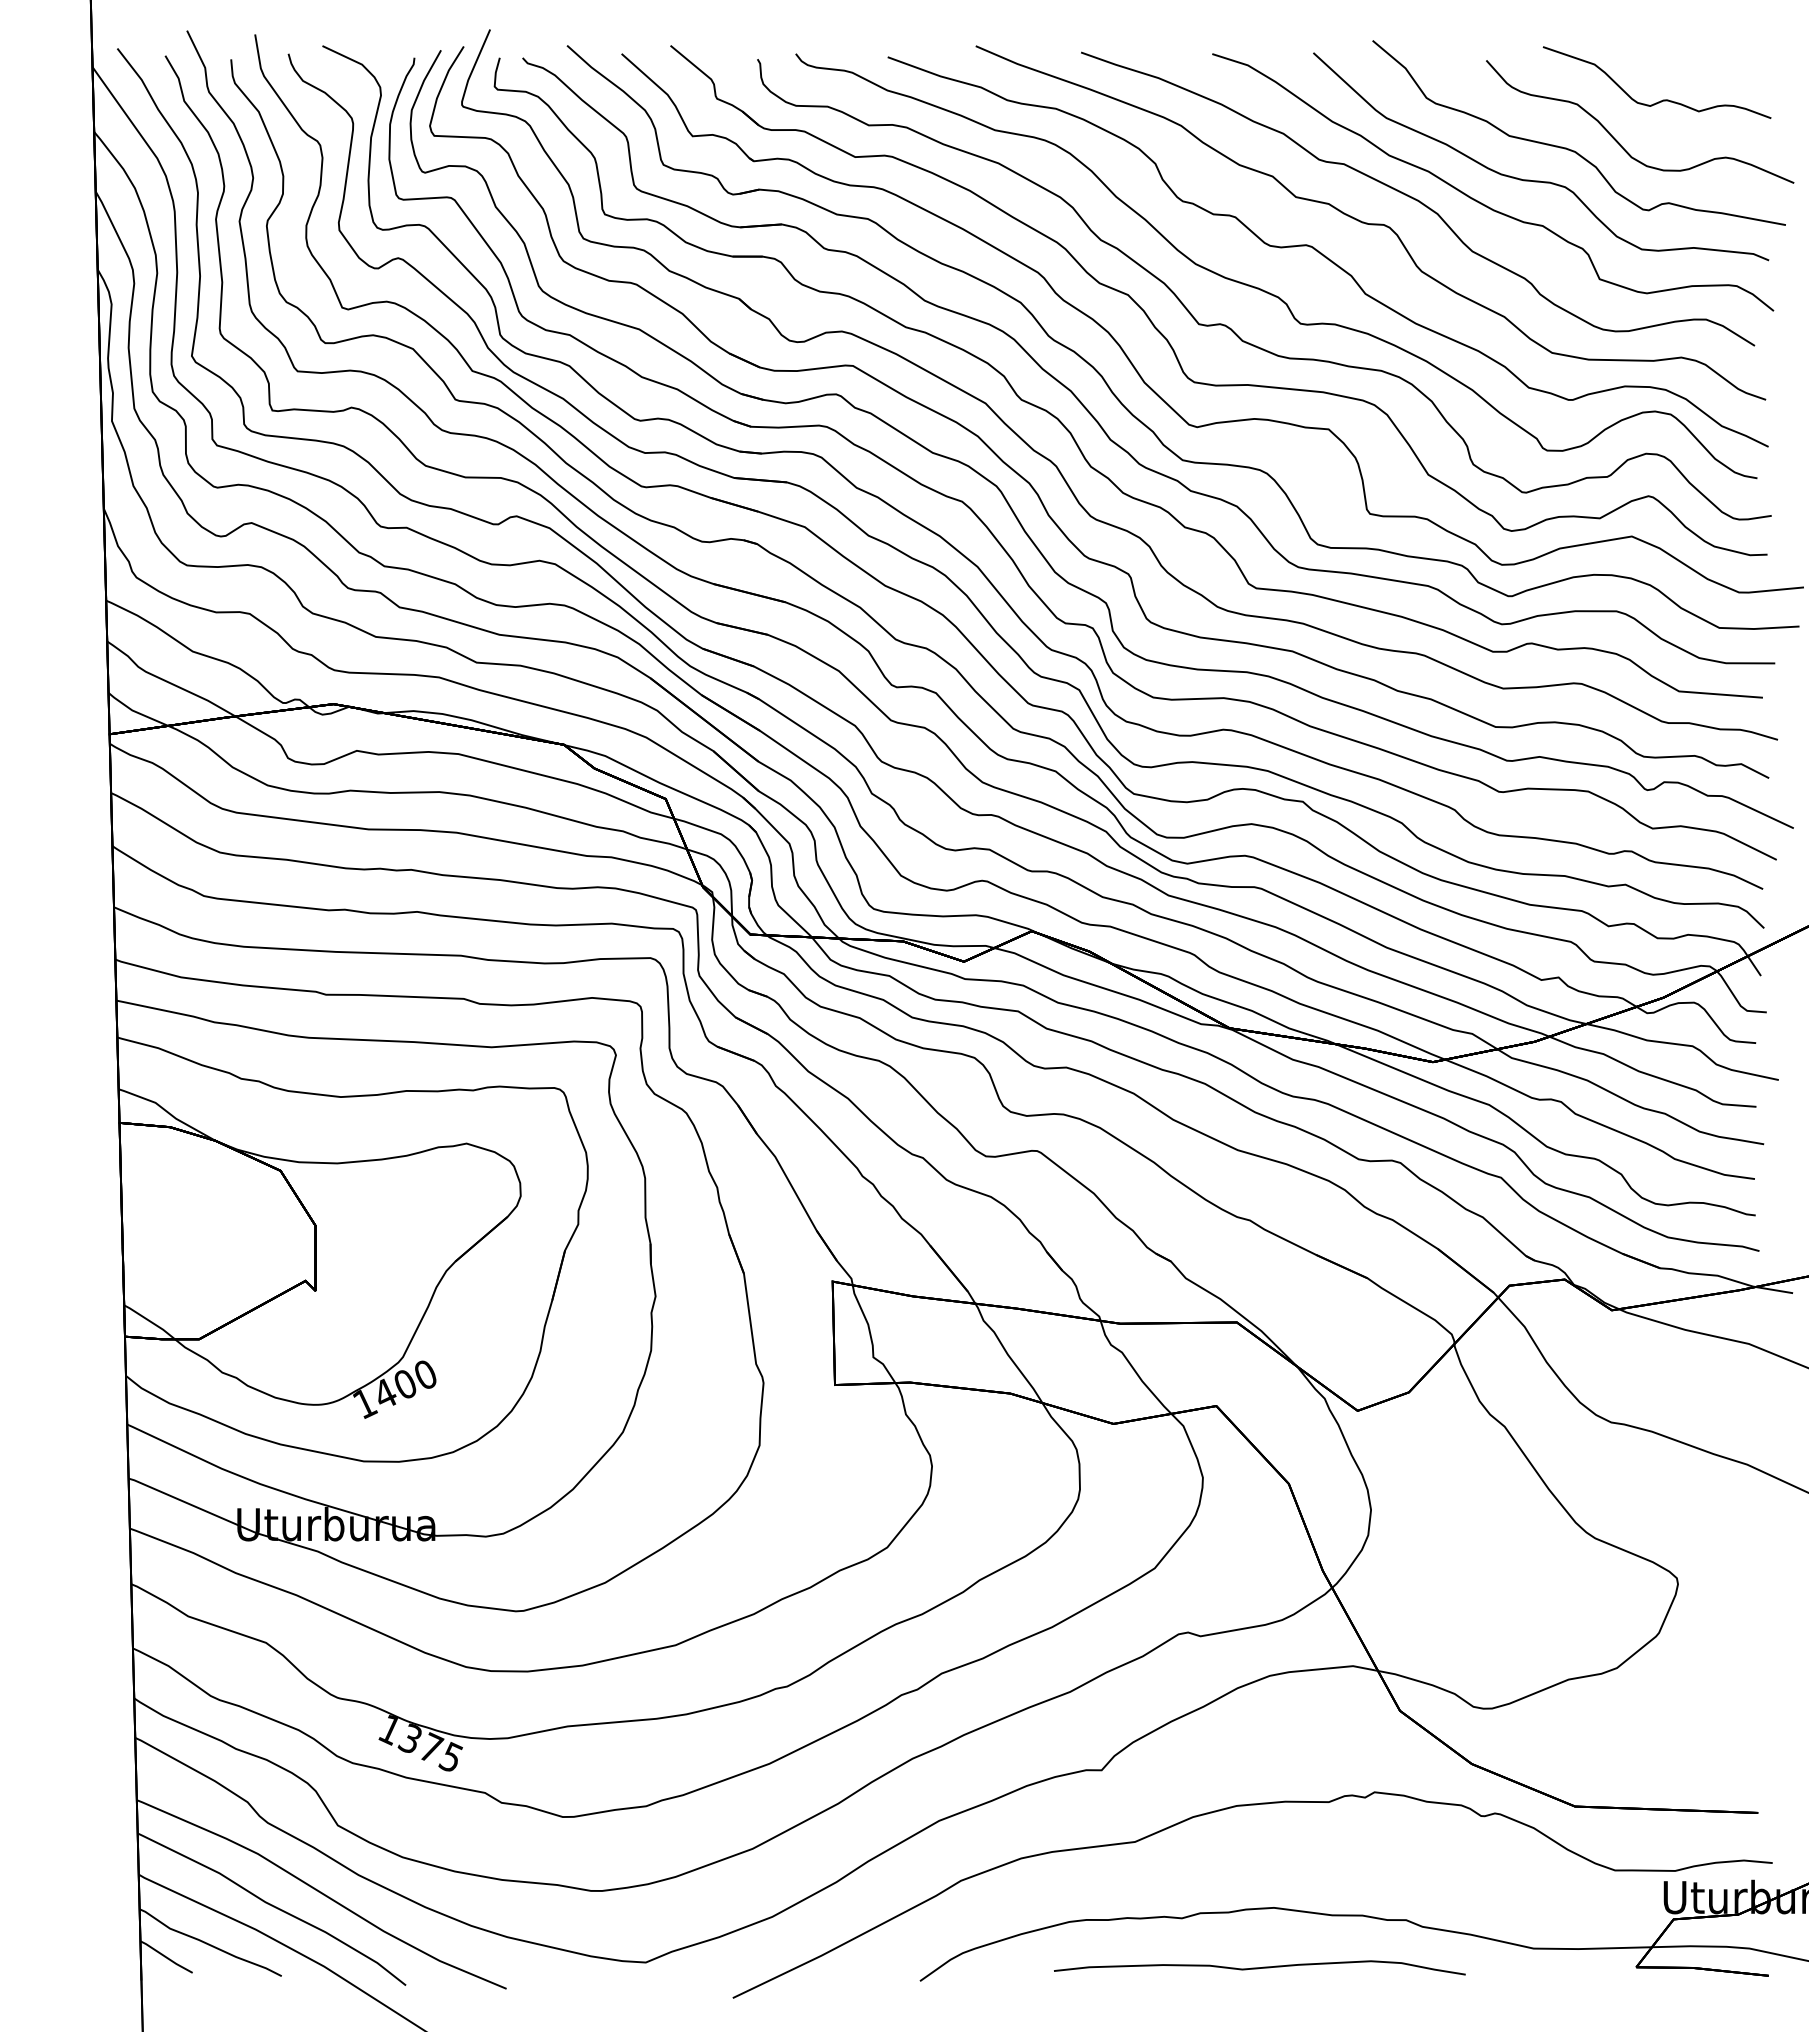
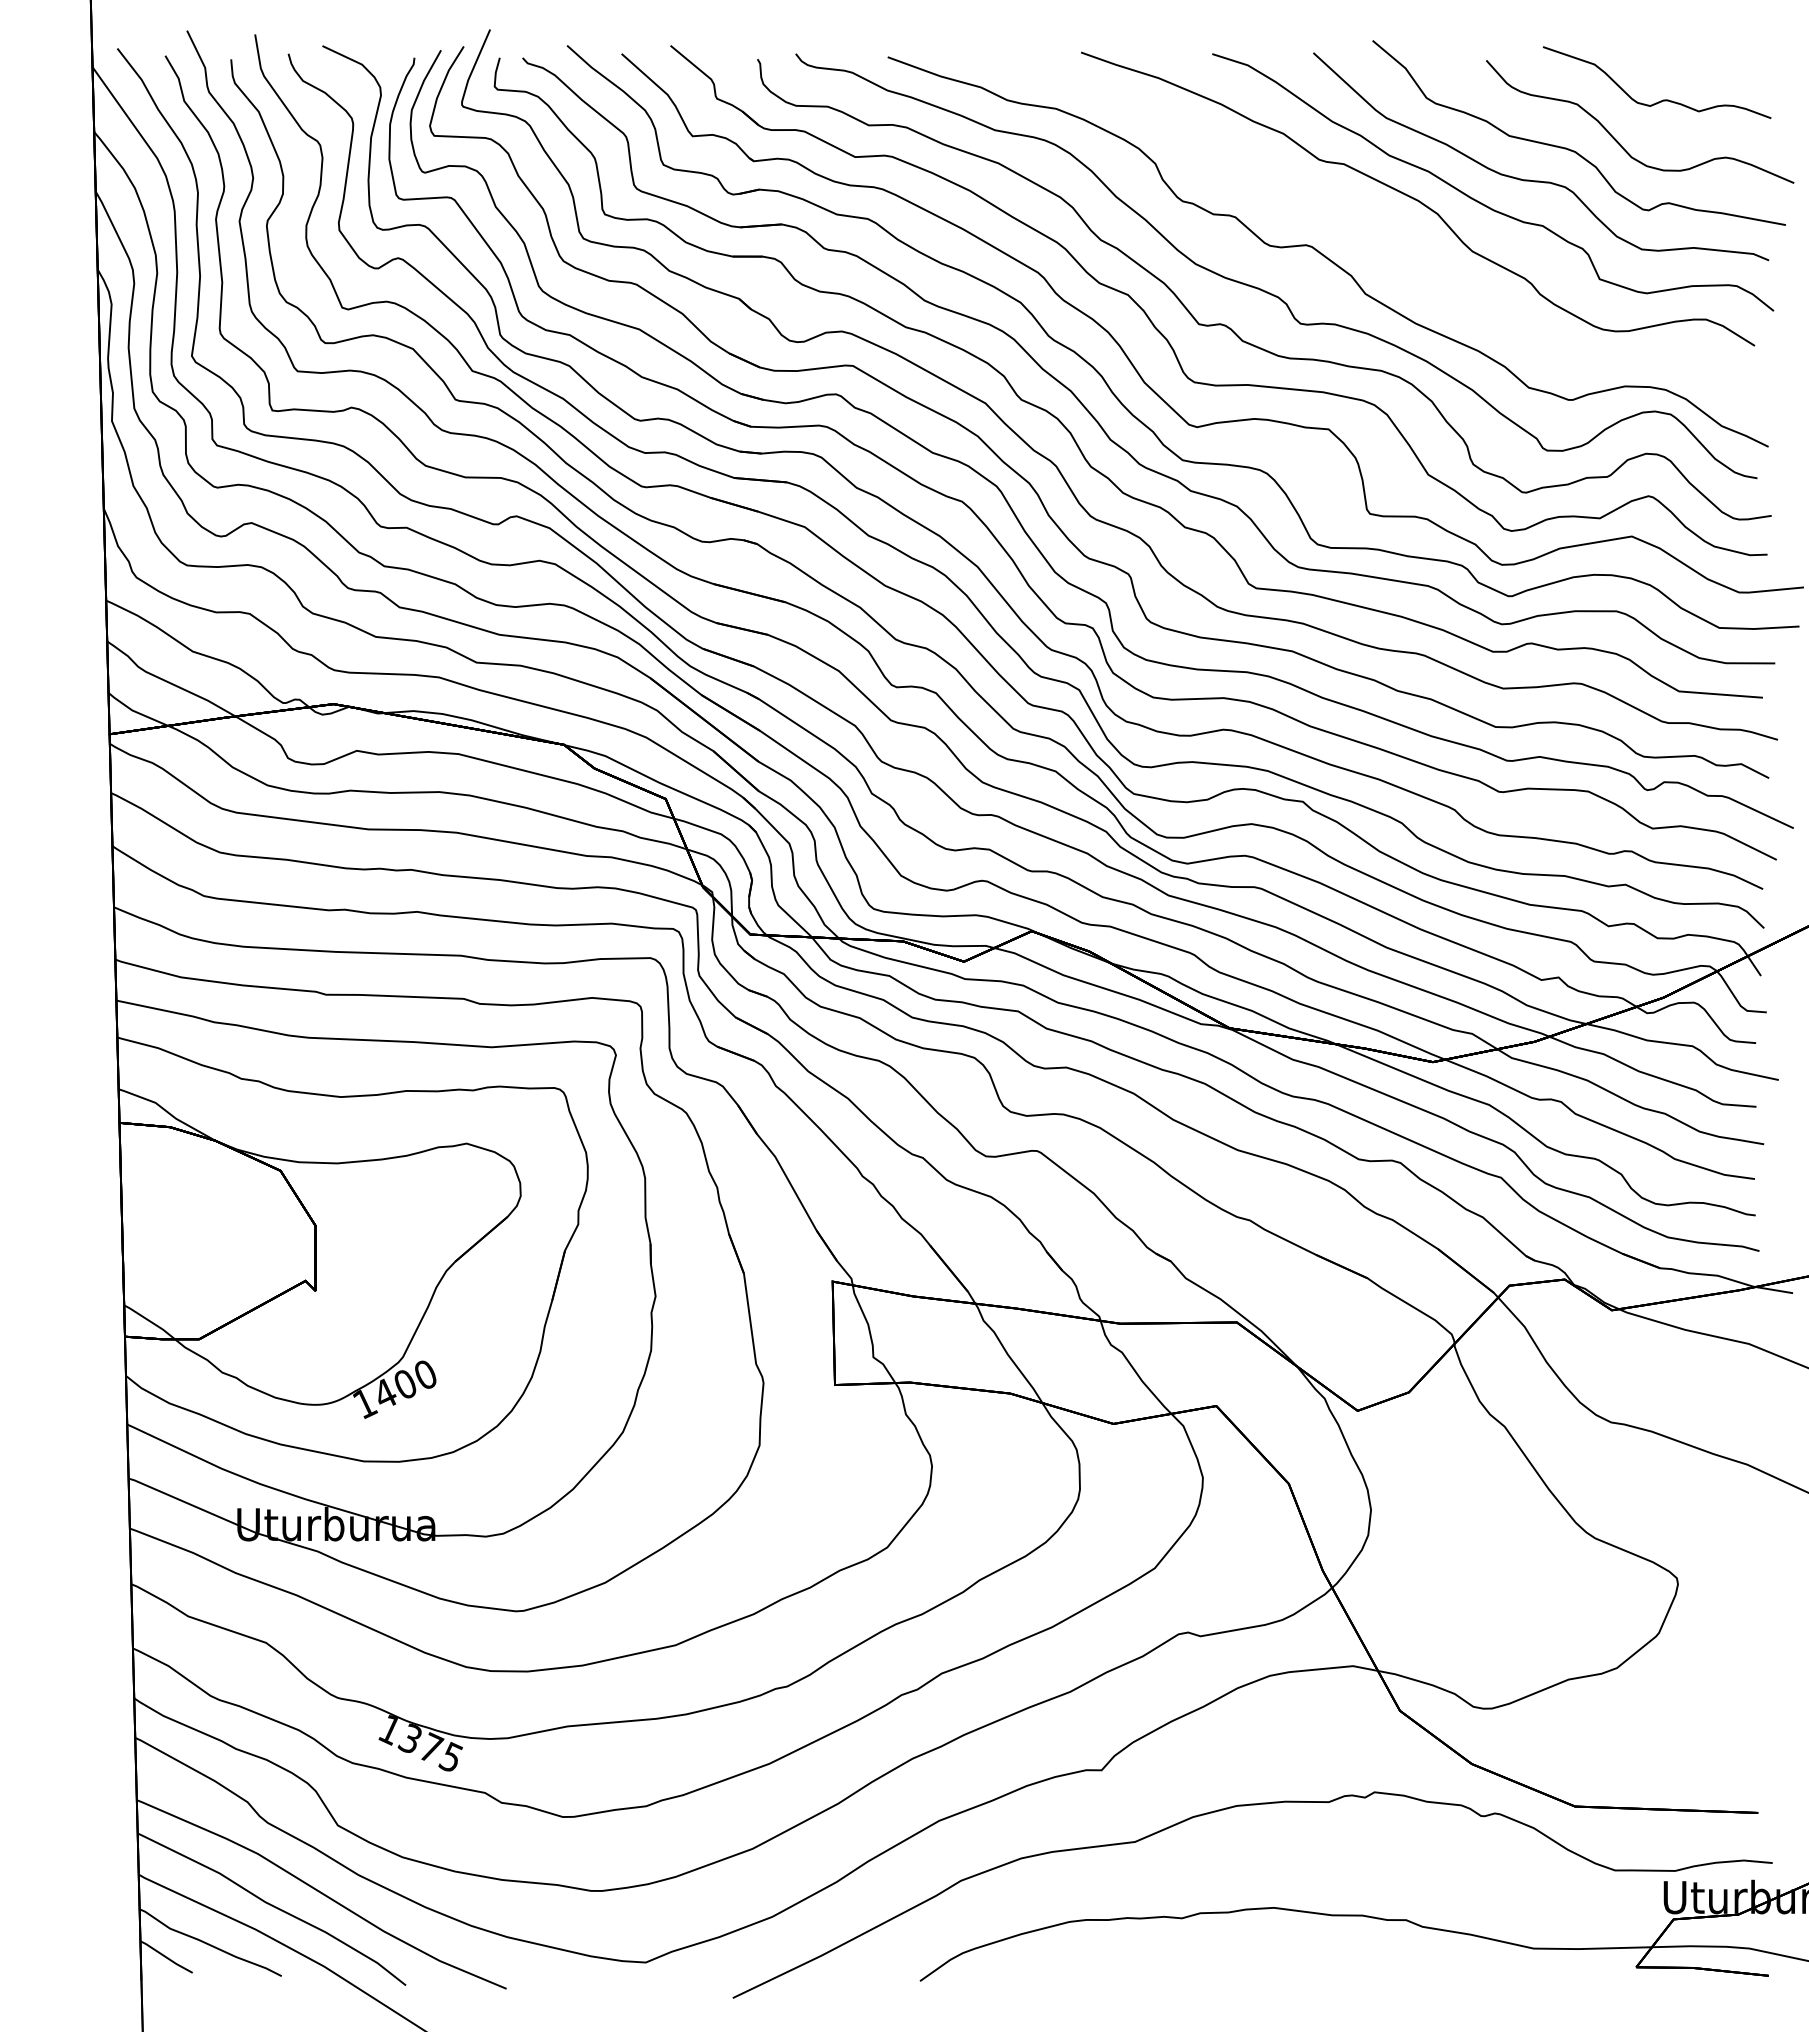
curve at (1370, 223): present -> none
curve at (1259, 1967): present -> none
